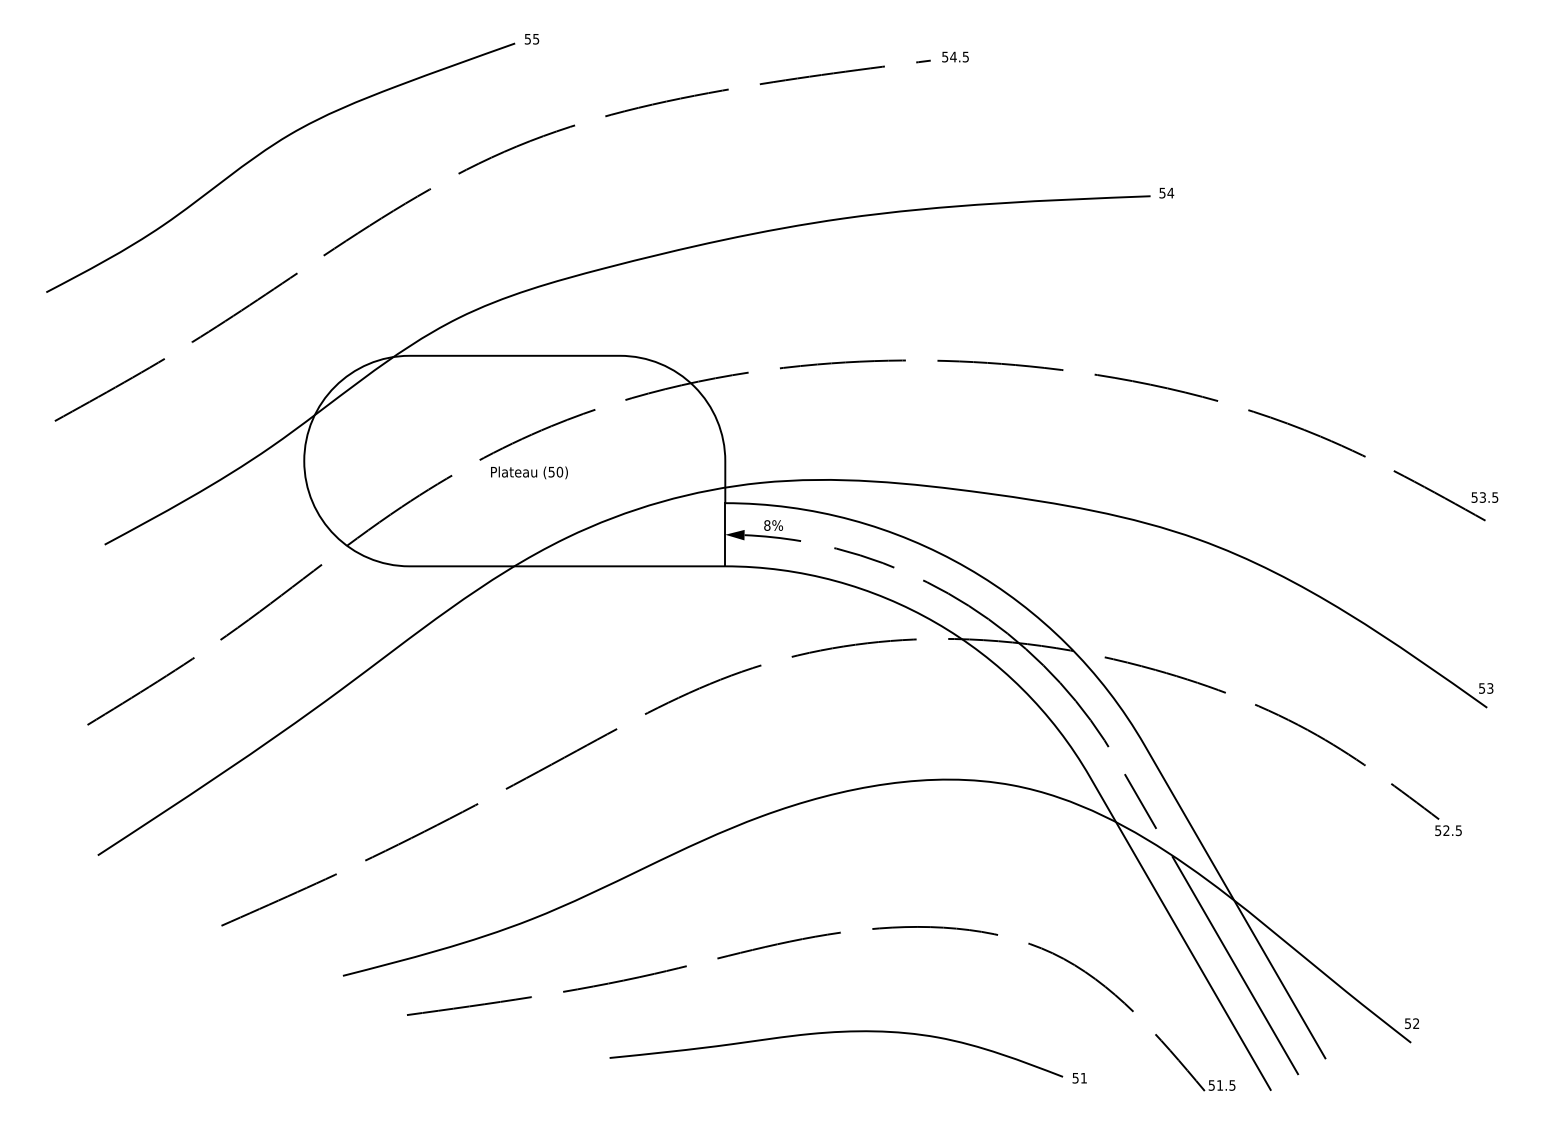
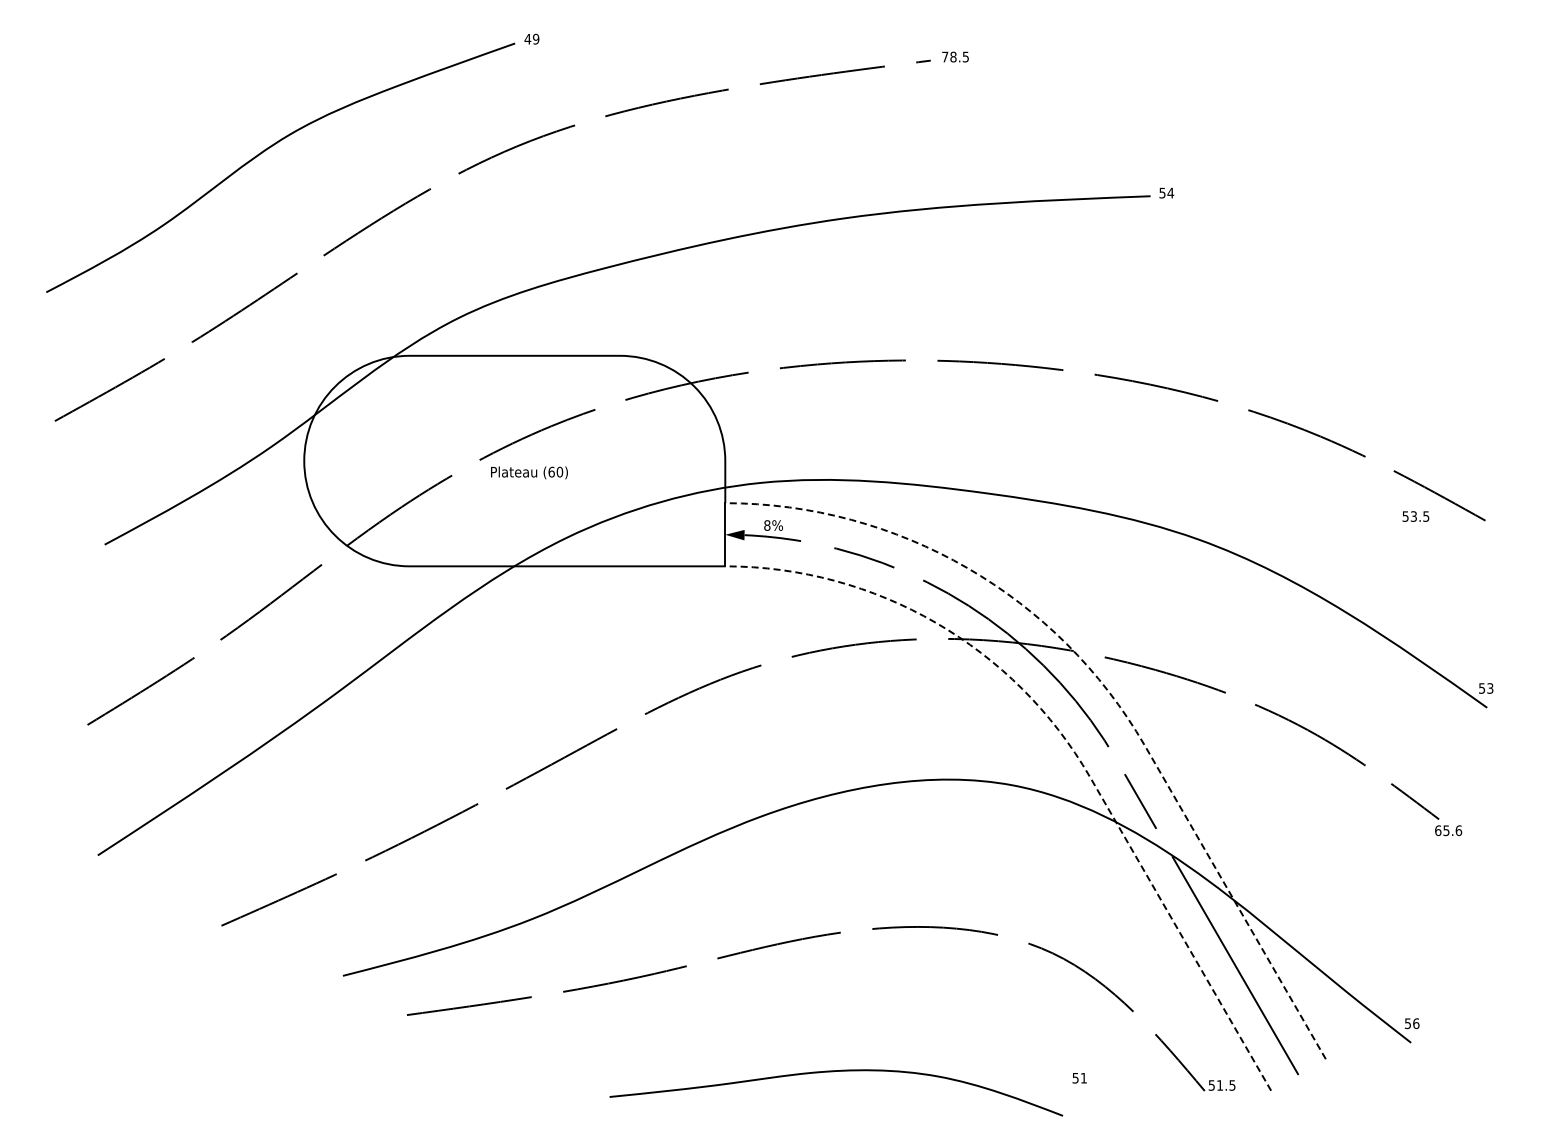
text at (531, 38): 55 -> 49
text at (949, 56): 54.5 -> 78.5
text at (551, 471): (50) -> (60)
text at (1484, 497) position: (1484, 497) -> (1415, 516)
line at (1095, 675): solid -> dashed
line at (1059, 731): solid -> dashed
text at (1448, 830): 52.5 -> 65.6
text at (1416, 1023): 52 -> 56
curve at (833, 1033) position: (833, 1033) -> (833, 1072)
